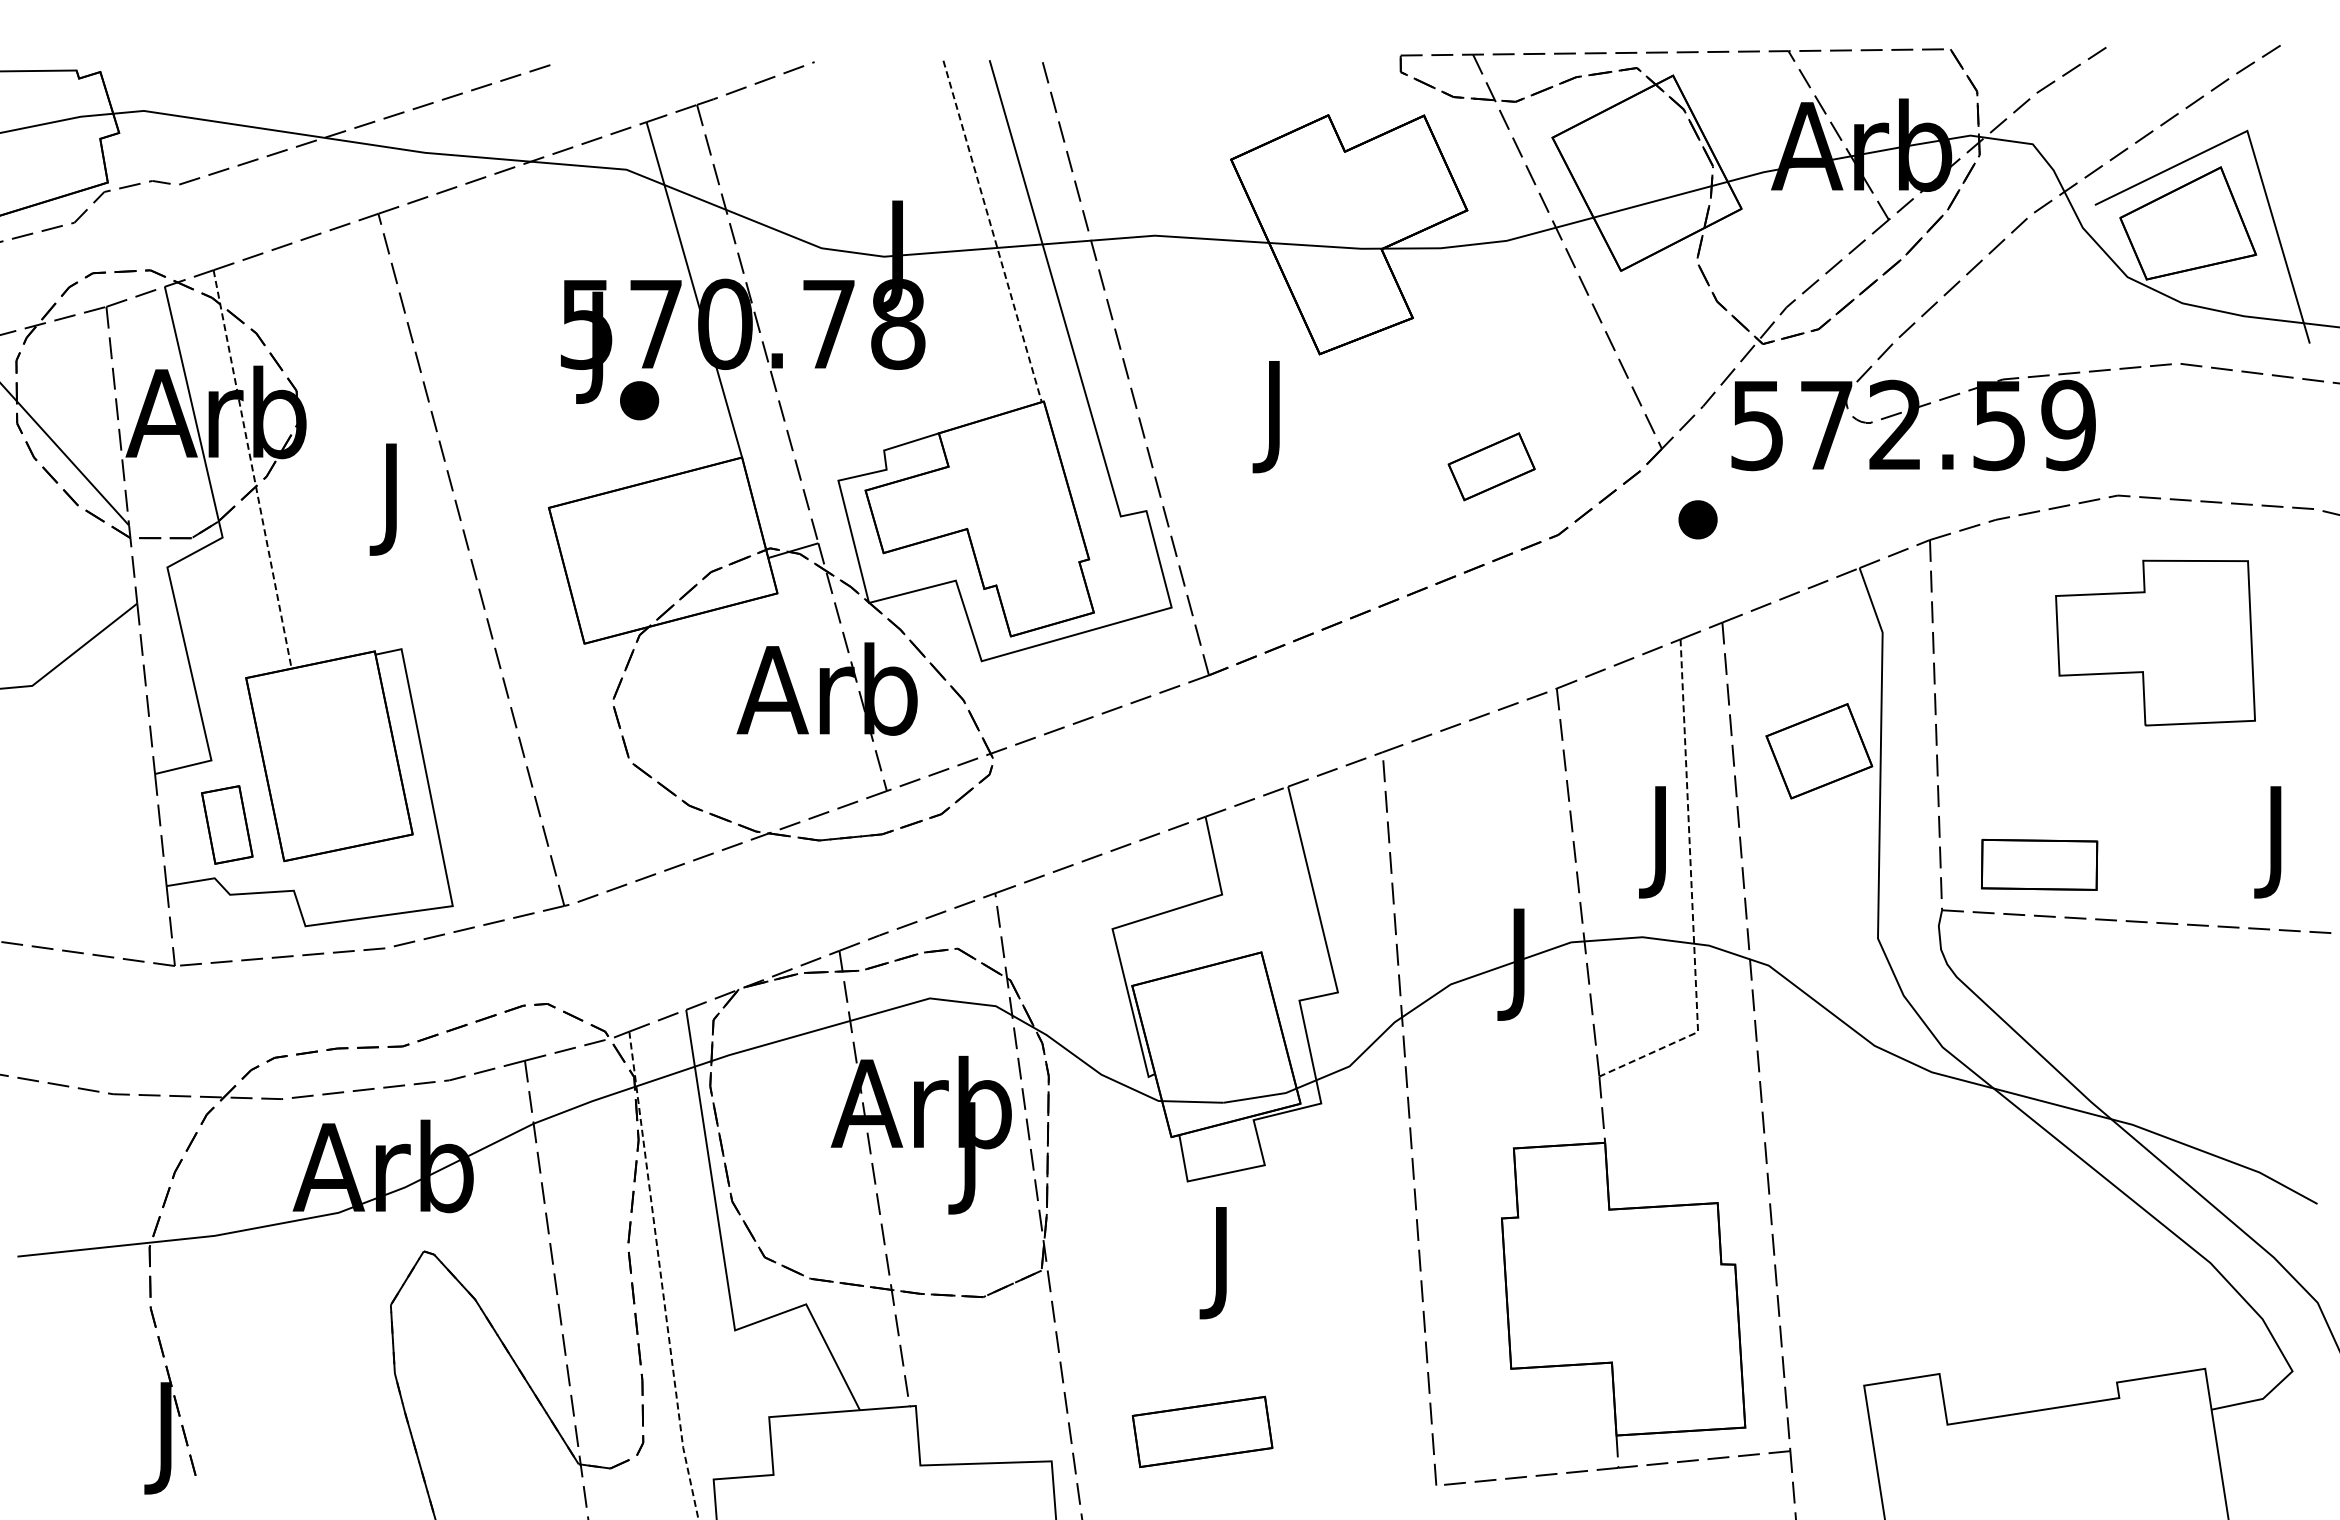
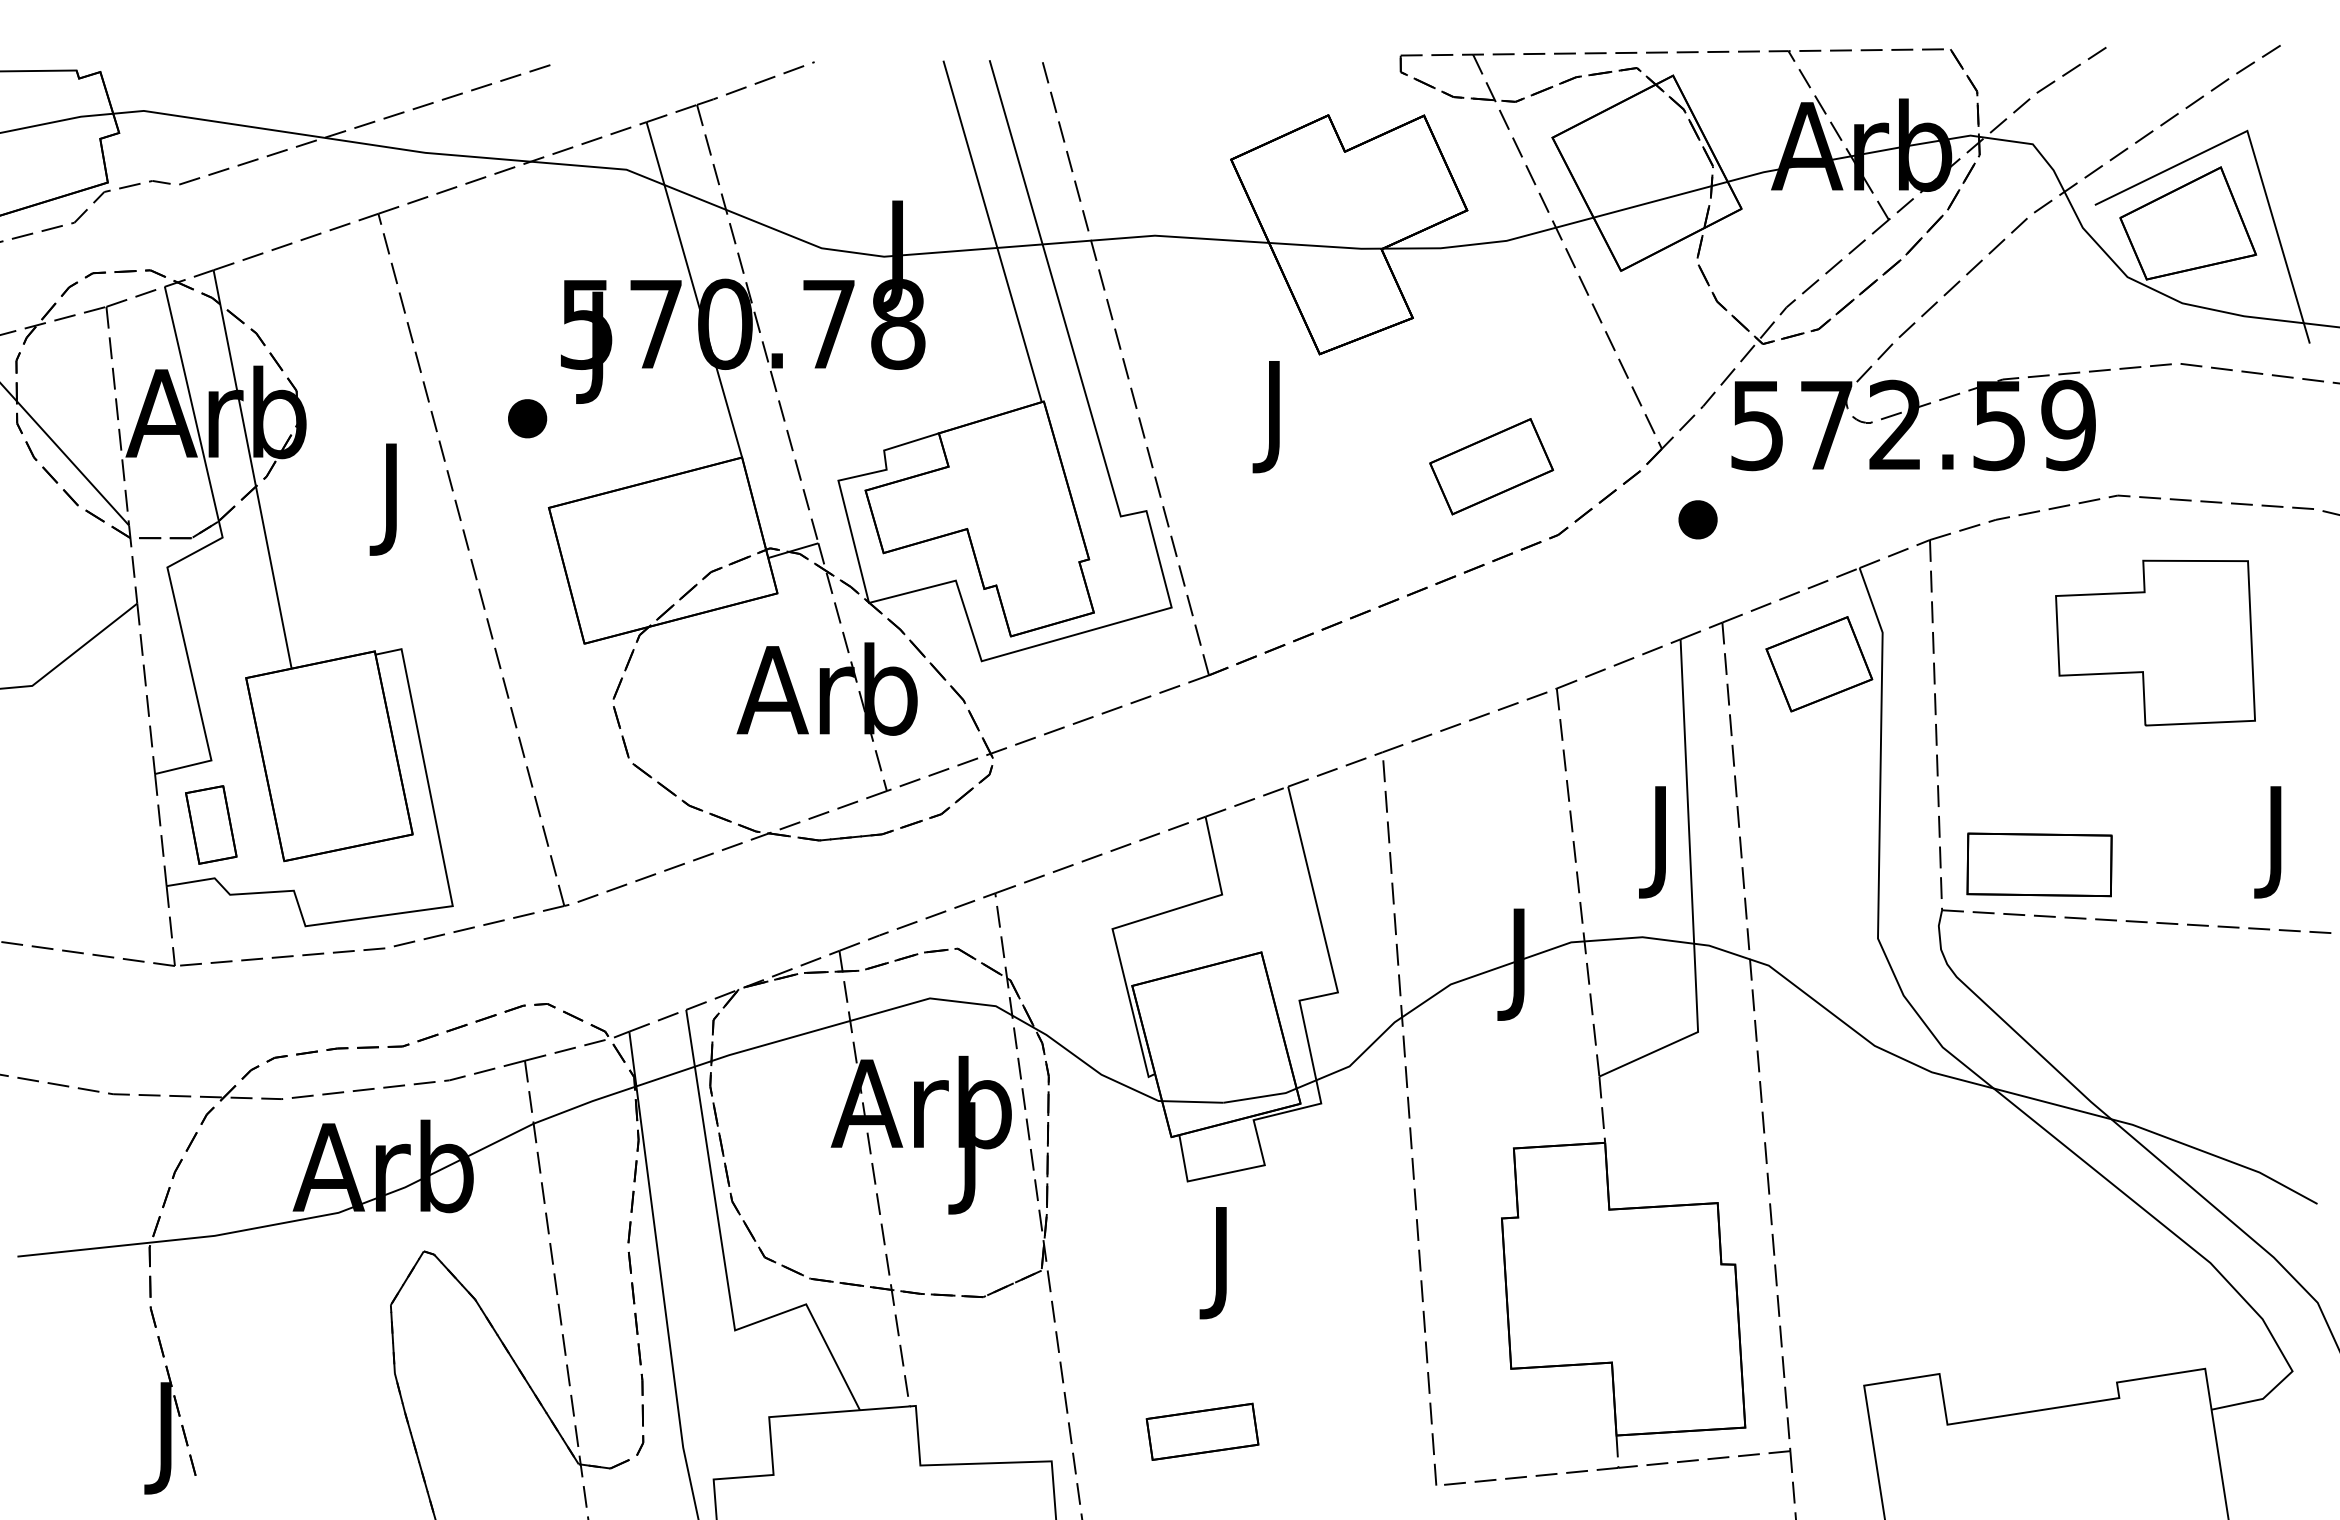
line at (992, 231): dashed -> solid
part at (639, 400) position: (639, 400) -> (527, 418)
part at (1491, 466) size: 89x70 px -> 126x98 px
line at (252, 469): dashed -> solid
part at (1819, 751) position: (1819, 751) -> (1819, 664)
part at (227, 824) position: (227, 824) -> (211, 824)
part at (2039, 864) size: 118x53 px -> 147x66 px
line at (1691, 890): dashed -> solid
line at (661, 1277): dashed -> solid
part at (1202, 1431) size: 143x74 px -> 115x59 px
